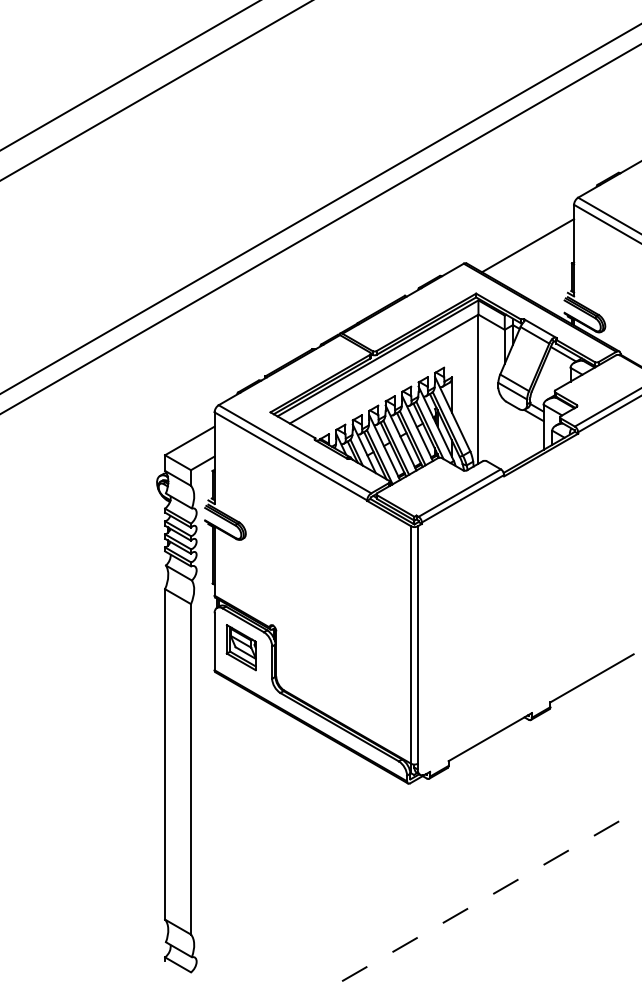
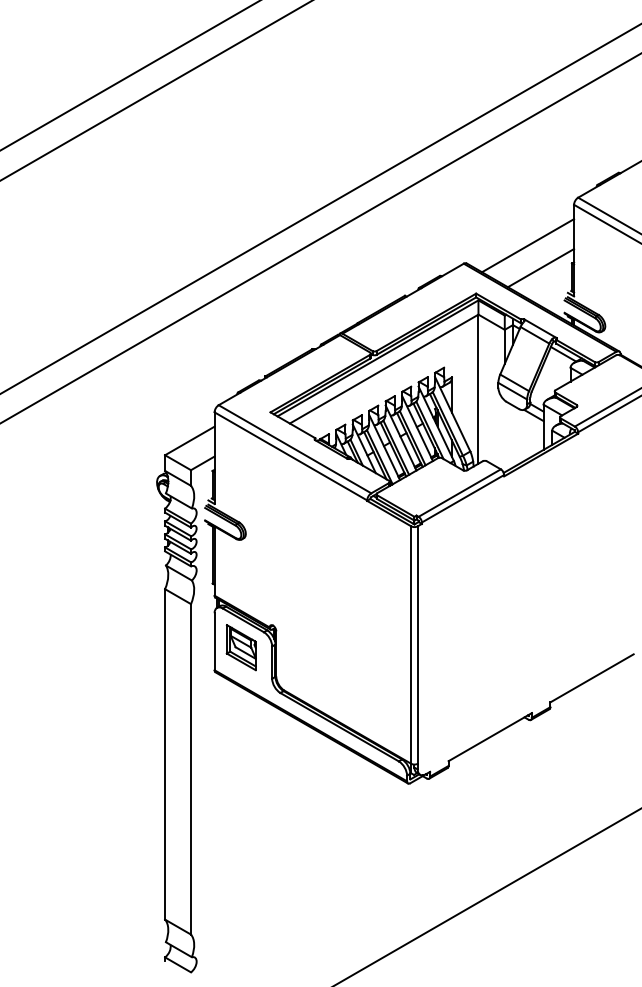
line at (320, 228) position: (320, 228) -> (320, 238)
line at (540, 268): none -> present
line at (487, 897): dashed -> solid
